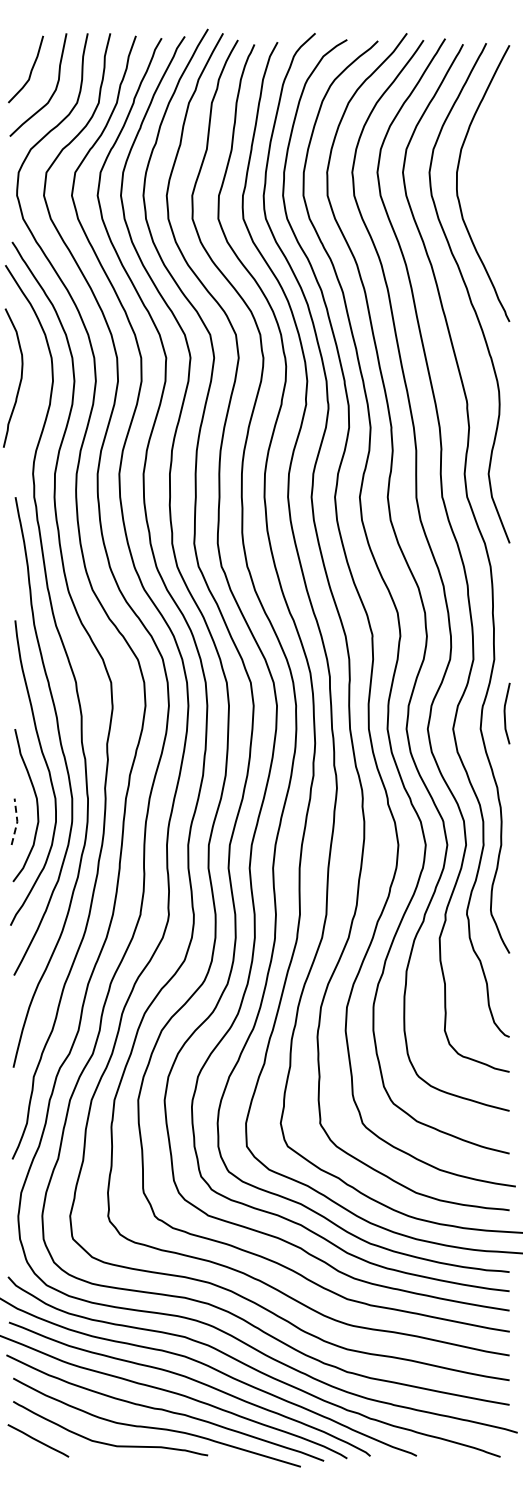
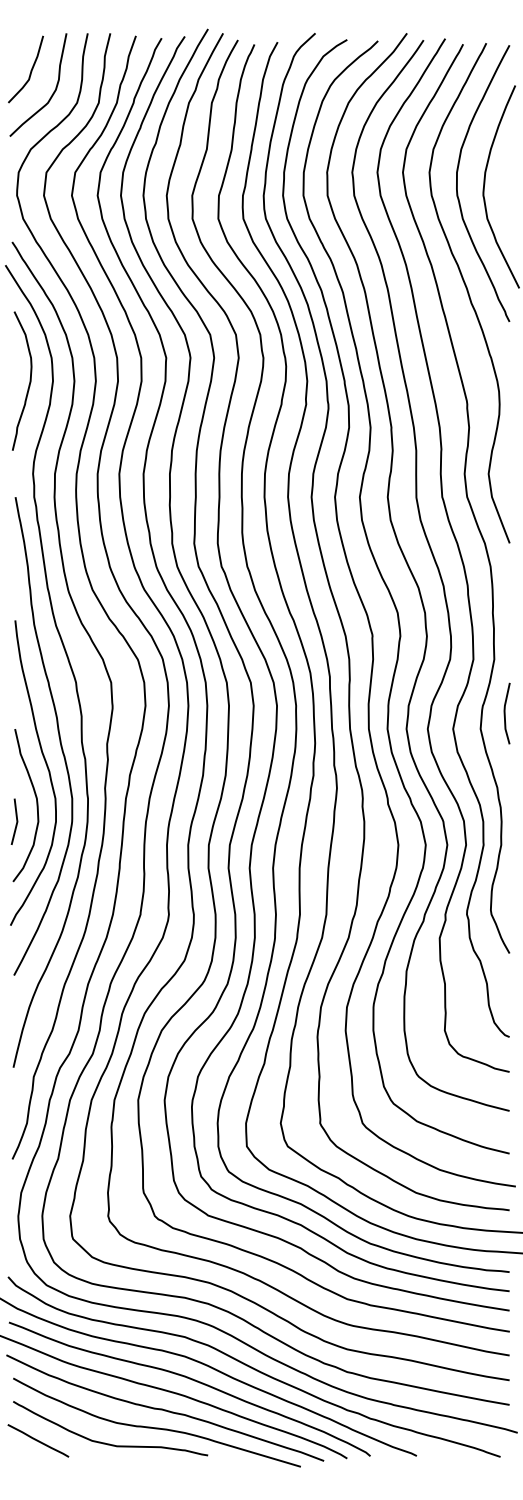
curve at (485, 184): none -> present
curve at (20, 377) position: (20, 377) -> (29, 380)
line at (17, 821): dashed -> solid
